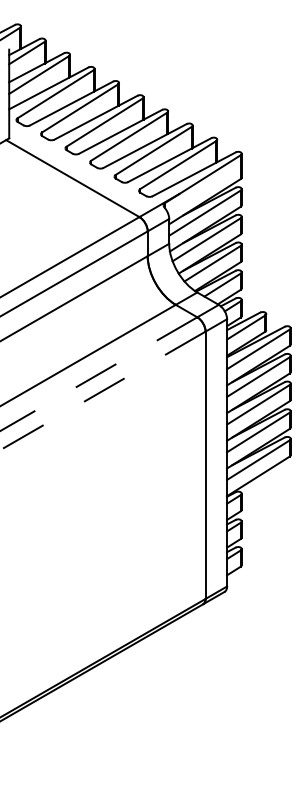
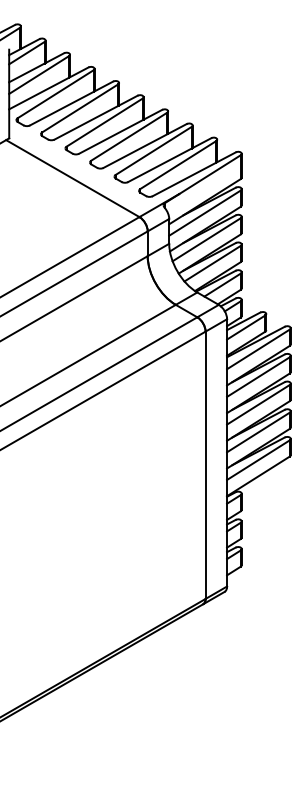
line at (98, 374): dashed -> solid
line at (102, 391): dashed -> solid
